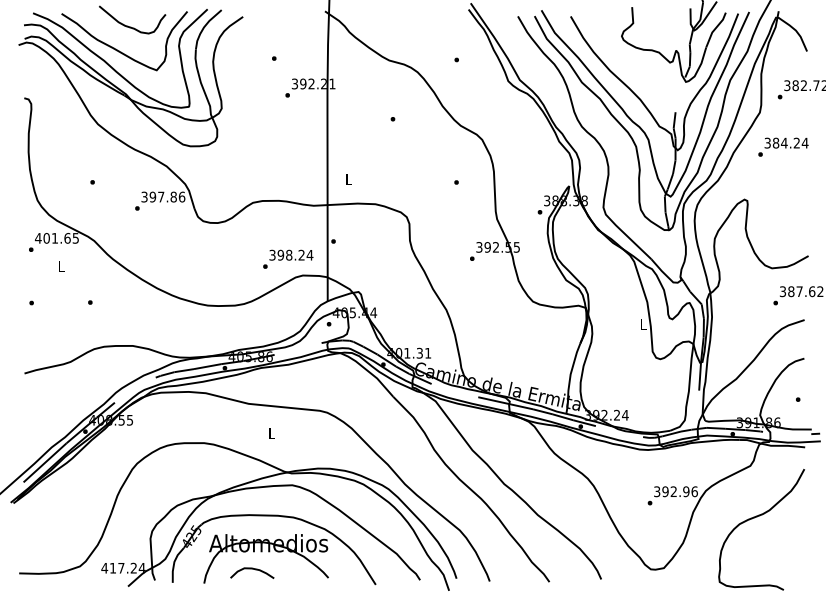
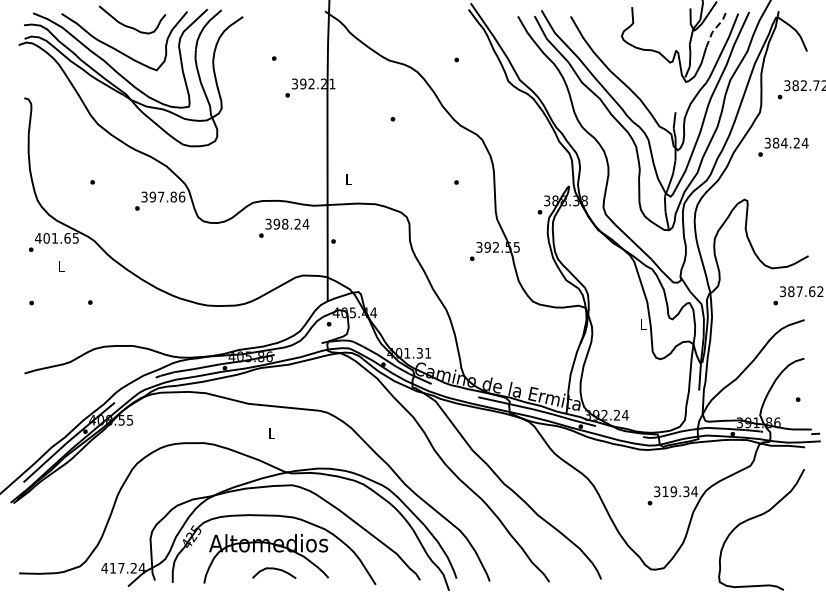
line at (714, 29): solid -> dashed
text at (288, 258) position: (288, 258) -> (284, 227)
text at (679, 491): 392.96 -> 319.34
curve at (252, 569) position: (252, 569) -> (274, 569)
